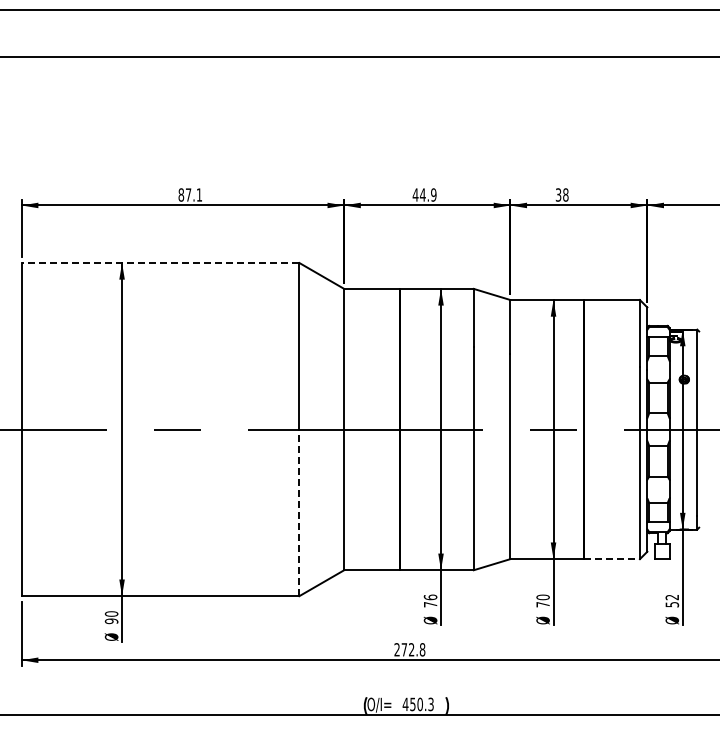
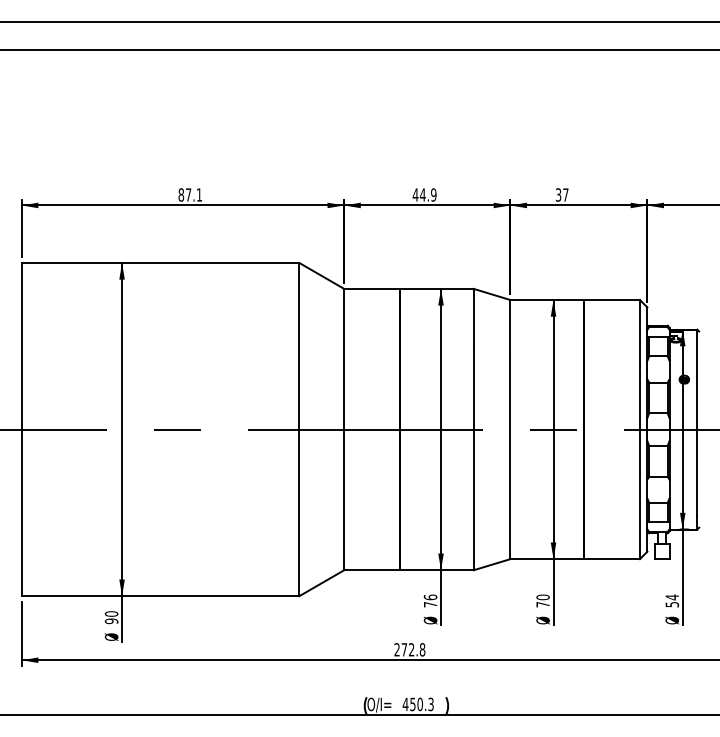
line at (359, 10) position: (359, 10) -> (359, 22)
line at (359, 56) position: (359, 56) -> (359, 49)
text at (565, 194): 38 -> 37
line at (160, 262): dashed -> solid
line at (299, 512): dashed -> solid
line at (612, 559): dashed -> solid
text at (671, 597): 52 -> 54
